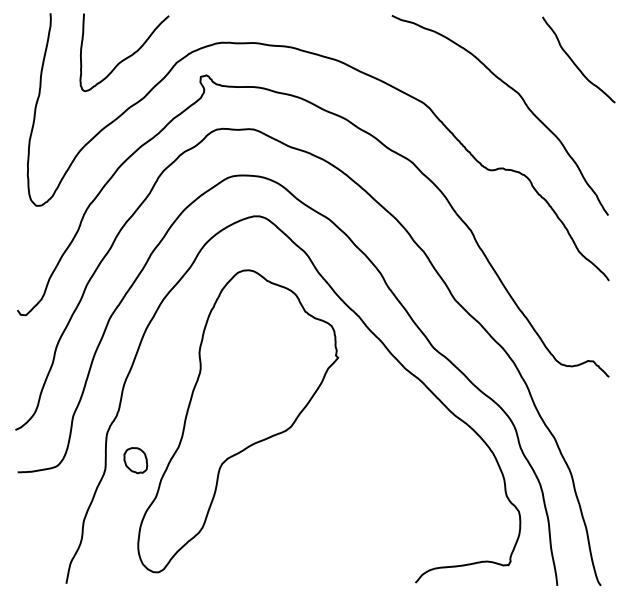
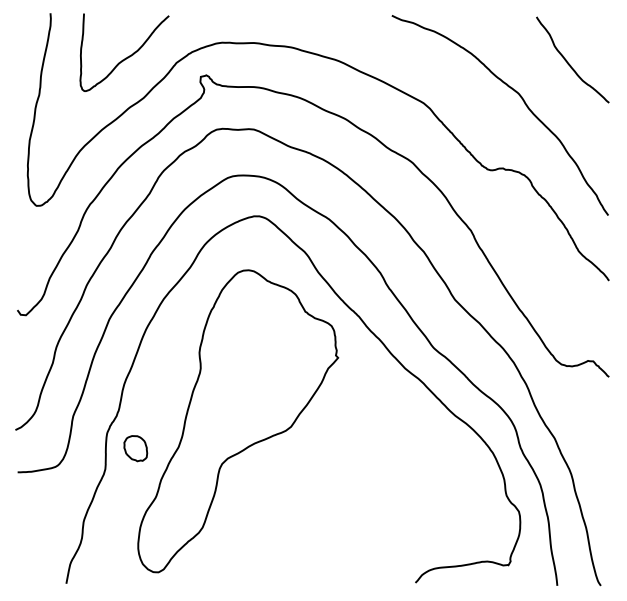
curve at (574, 62) position: (574, 62) -> (568, 62)
part at (135, 460) position: (135, 460) -> (135, 448)
